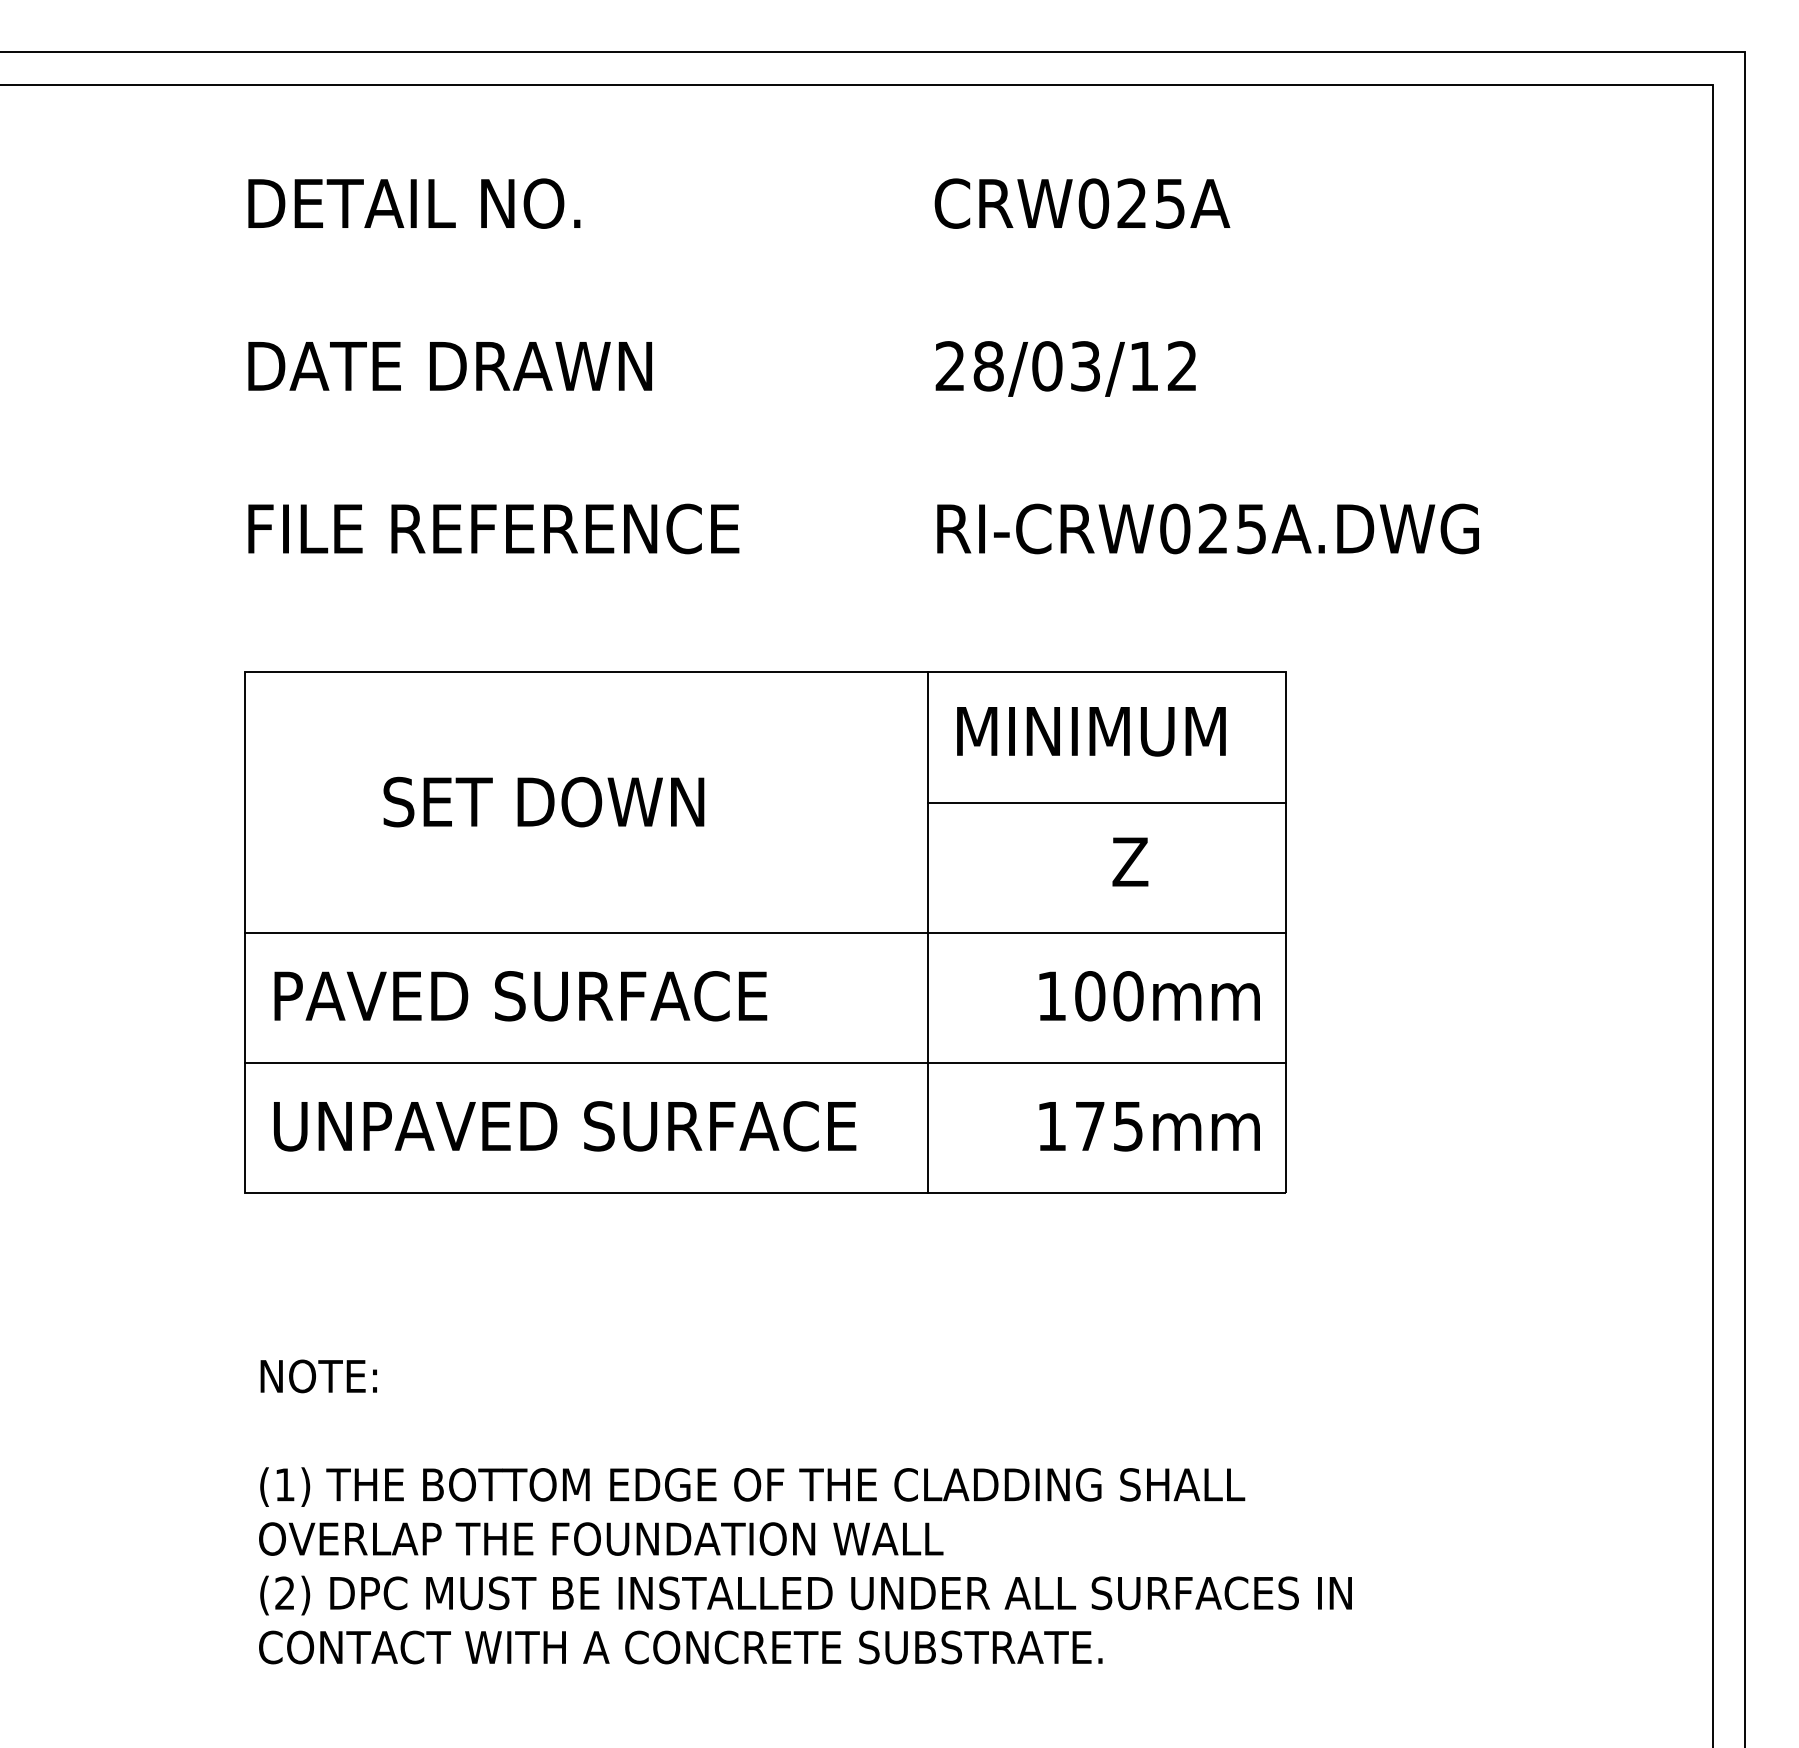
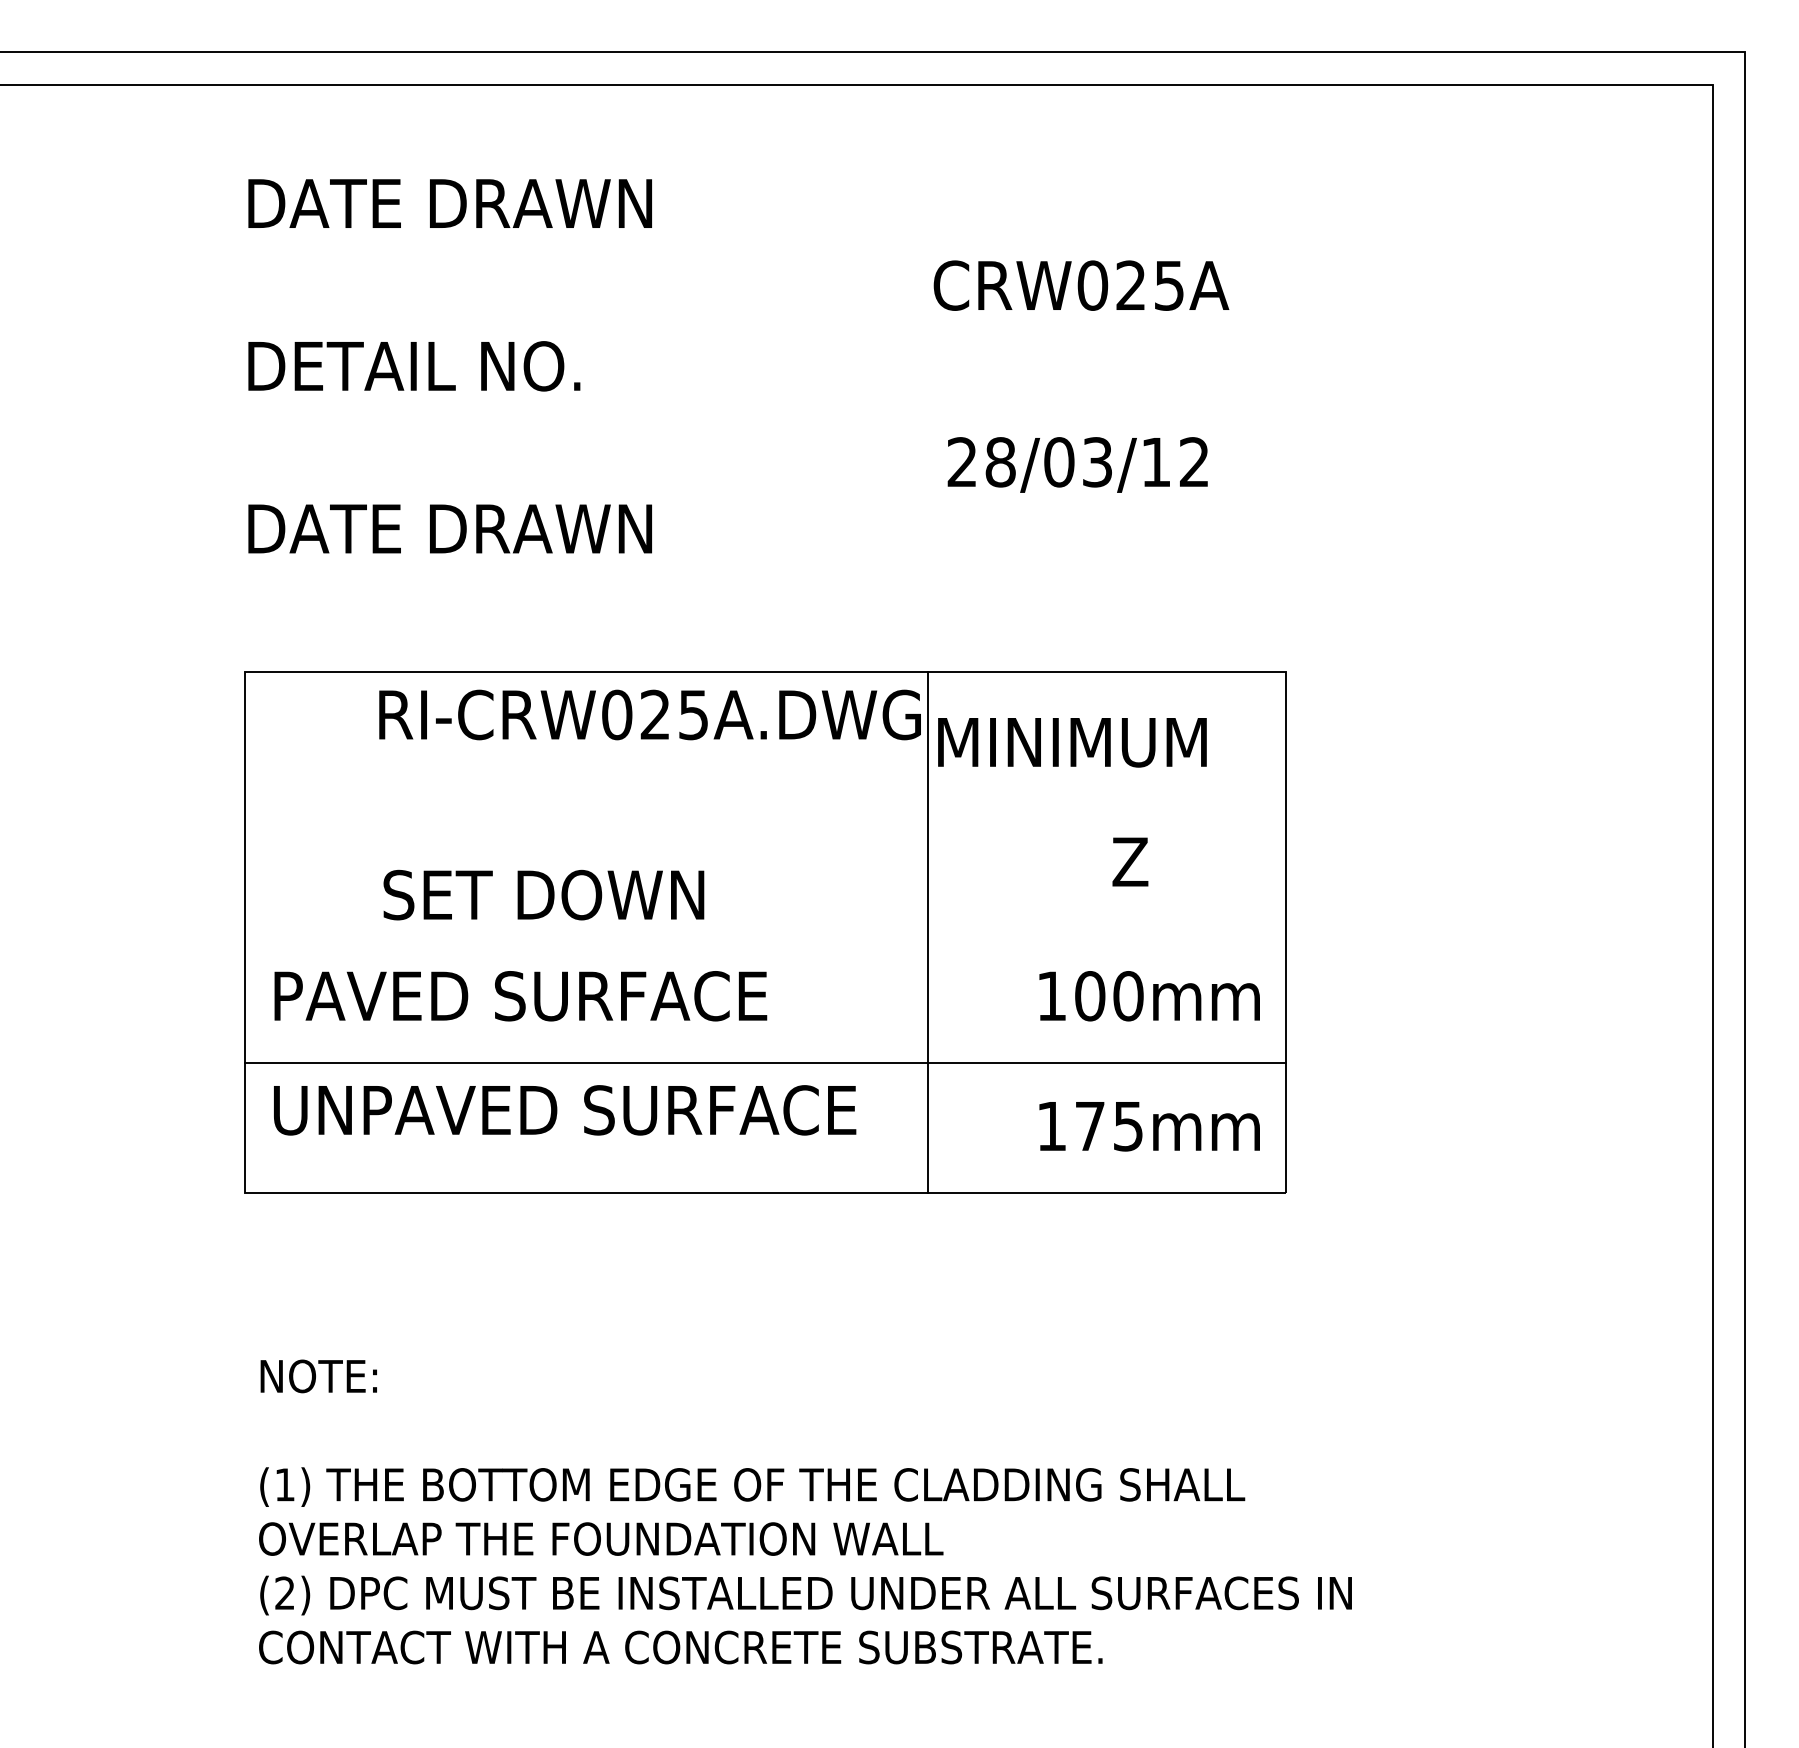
text at (470, 203): DETAIL NO. -> DATE DRAWN
text at (1082, 203) position: (1082, 203) -> (1081, 285)
text at (470, 366): DATE DRAWN -> DETAIL NO.
text at (1065, 368) position: (1065, 368) -> (1077, 464)
text at (496, 528): FILE REFERENCE -> DATE DRAWN
text at (1207, 528) position: (1207, 528) -> (649, 714)
text at (1091, 731) position: (1091, 731) -> (1072, 742)
text at (543, 801) position: (543, 801) -> (543, 894)
line at (1107, 802): present -> none
line at (765, 932): present -> none
text at (565, 1126) position: (565, 1126) -> (565, 1110)
